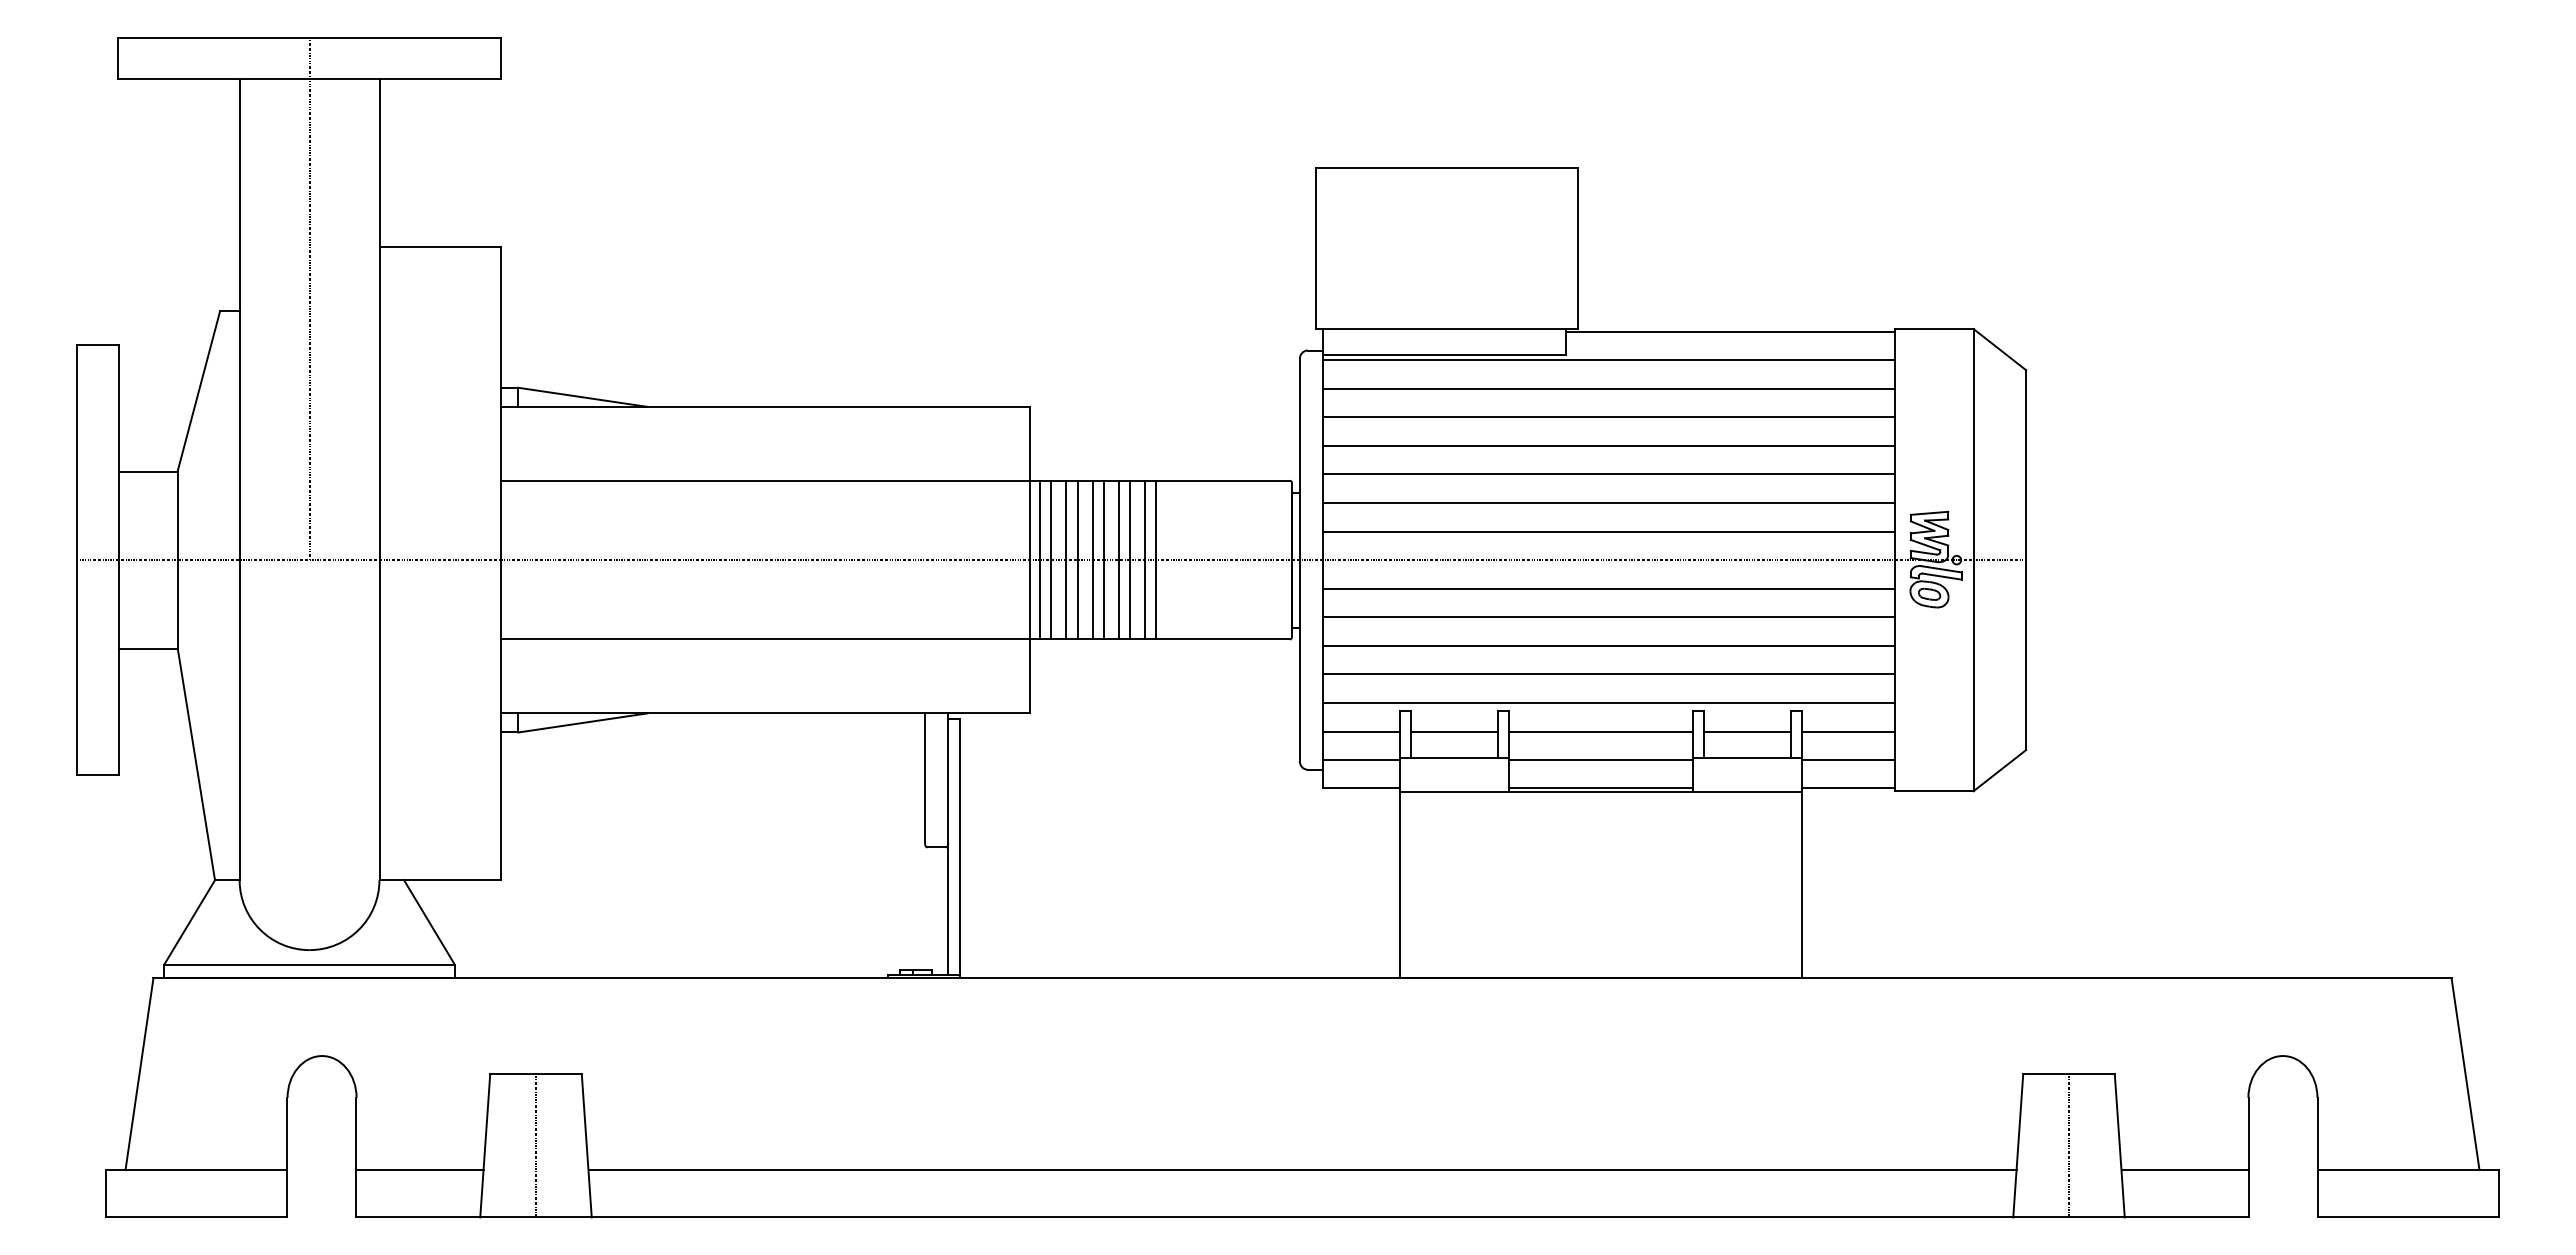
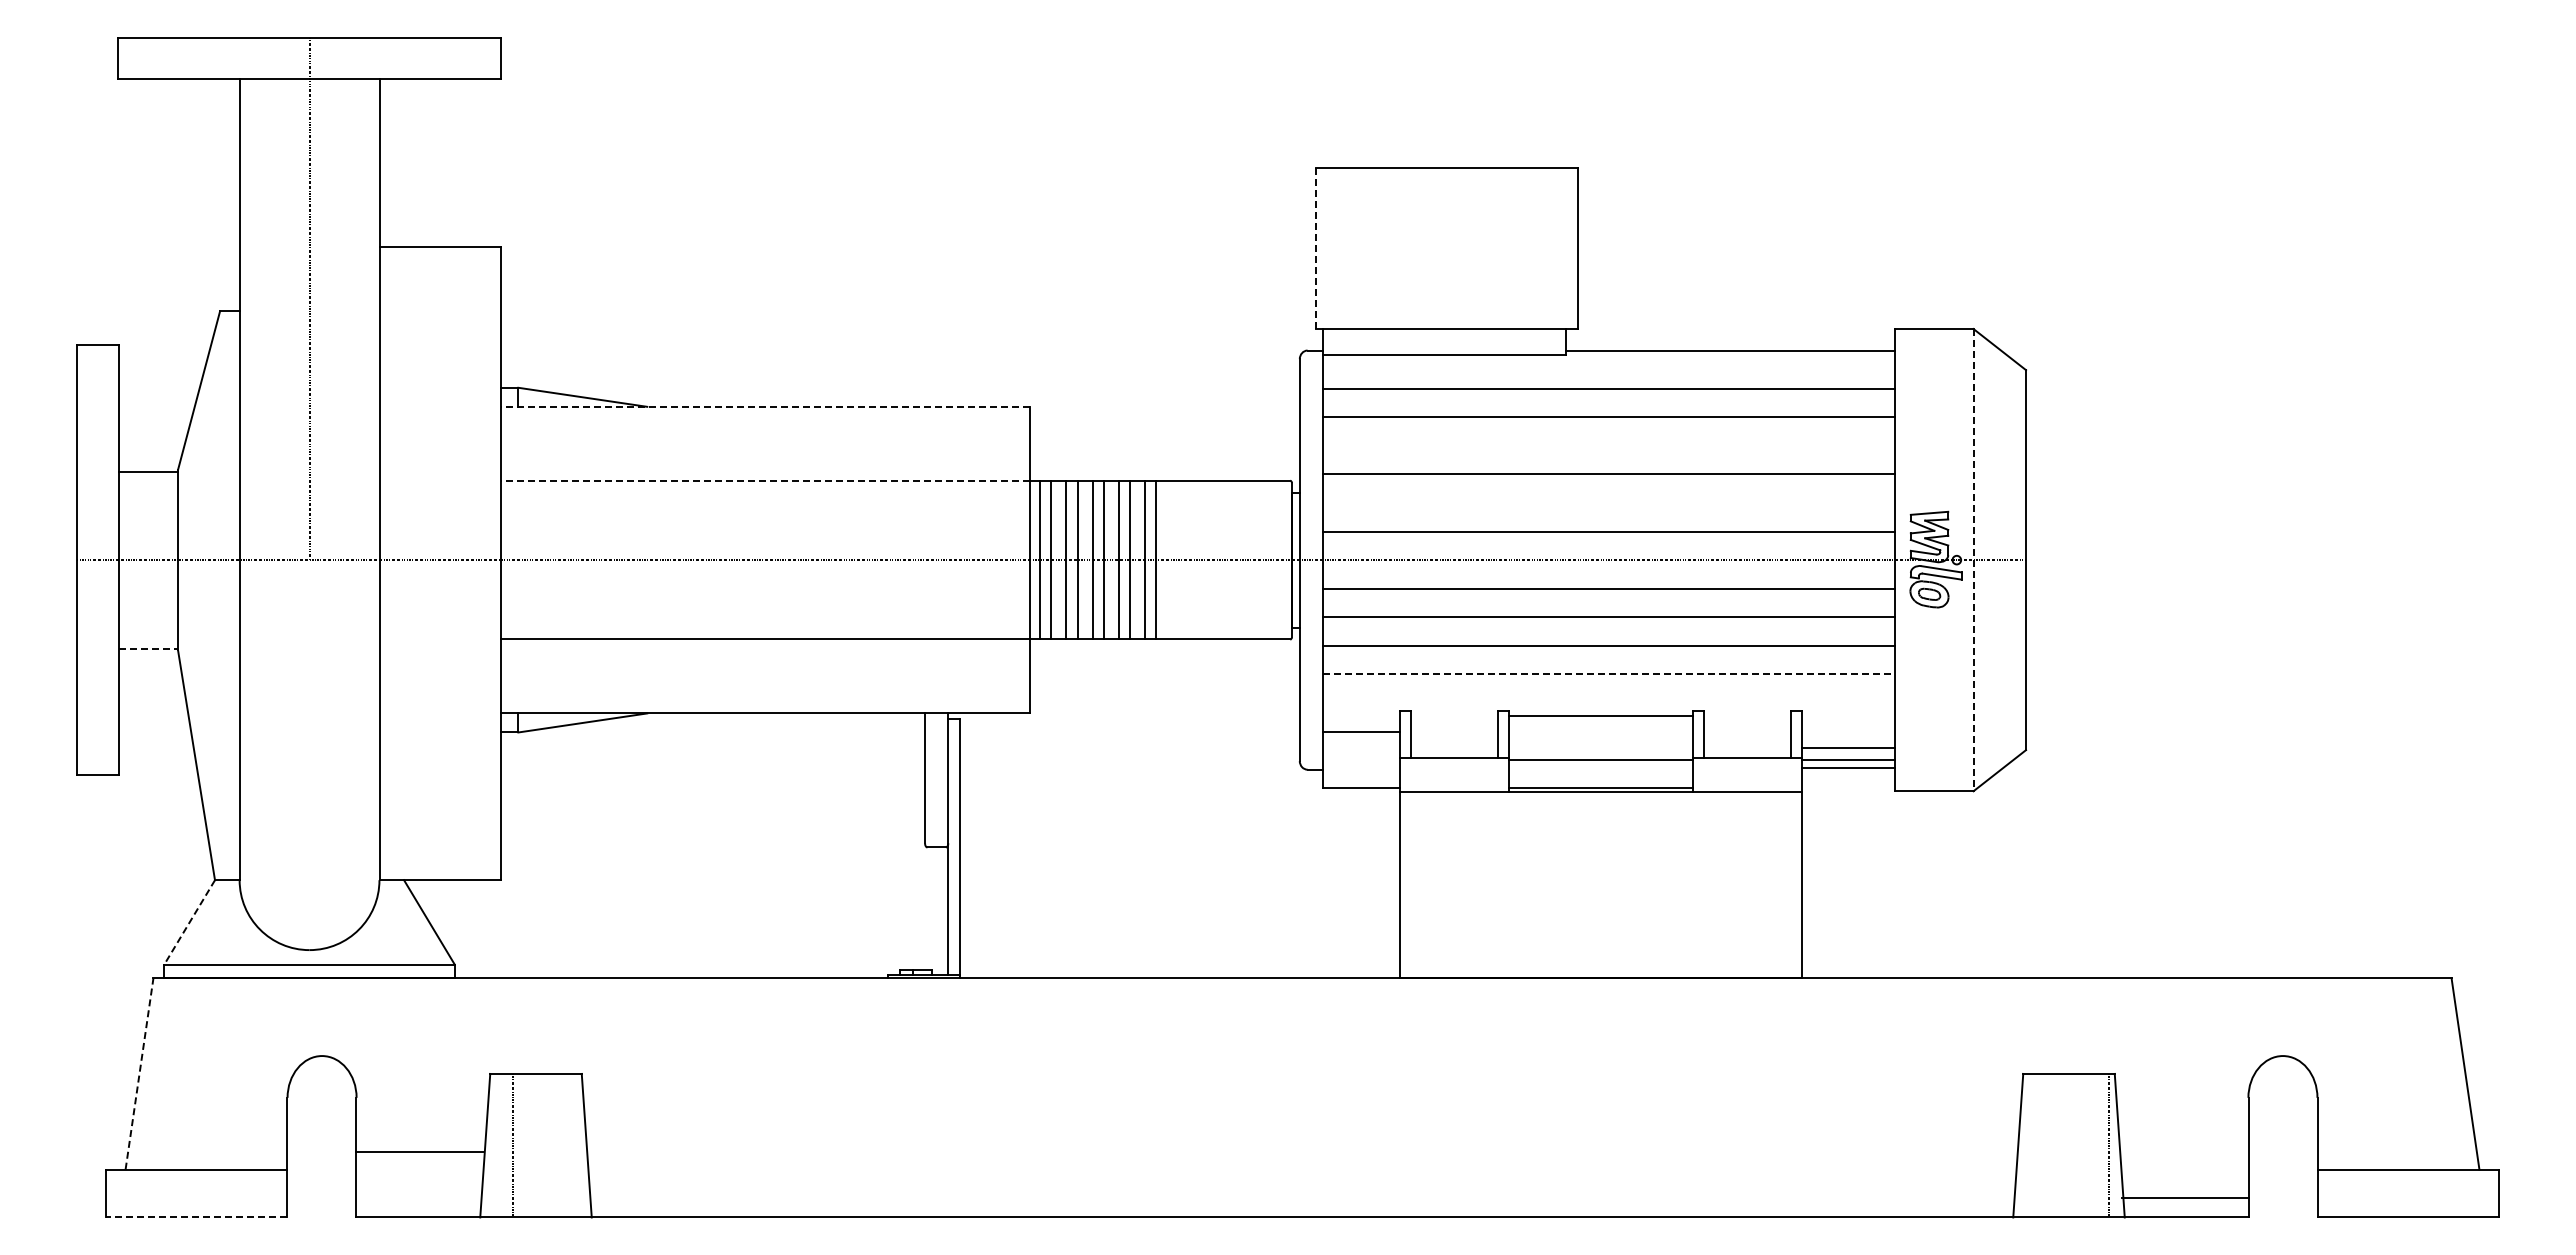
line at (1315, 248): solid -> dashed
line at (1730, 331) position: (1730, 331) -> (1730, 350)
line at (1609, 360): present -> none
line at (764, 406): solid -> dashed
line at (1609, 445): present -> none
line at (764, 480): solid -> dashed
line at (1609, 503): present -> none
line at (1973, 560): solid -> dashed
line at (149, 648): solid -> dashed
line at (1609, 674): solid -> dashed
line at (1609, 702): present -> none
line at (1454, 731): present -> none
line at (1600, 731) position: (1600, 731) -> (1600, 715)
line at (1746, 731): present -> none
line at (1848, 731) position: (1848, 731) -> (1848, 747)
line at (1361, 760): present -> none
line at (1848, 788) position: (1848, 788) -> (1848, 768)
line at (189, 922): solid -> dashed
line at (139, 1073): solid -> dashed
line at (536, 1145) position: (536, 1145) -> (513, 1145)
line at (2069, 1145) position: (2069, 1145) -> (2109, 1145)
line at (419, 1169) position: (419, 1169) -> (419, 1151)
line at (1302, 1169): present -> none
line at (2184, 1169) position: (2184, 1169) -> (2184, 1197)
line at (196, 1217): solid -> dashed
